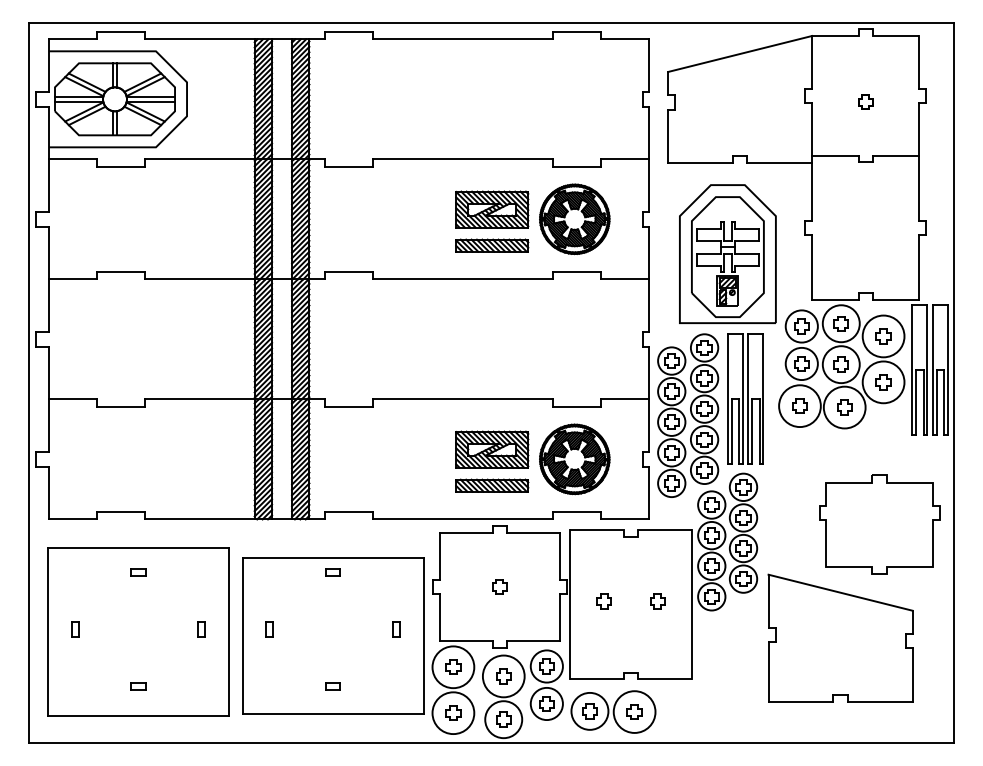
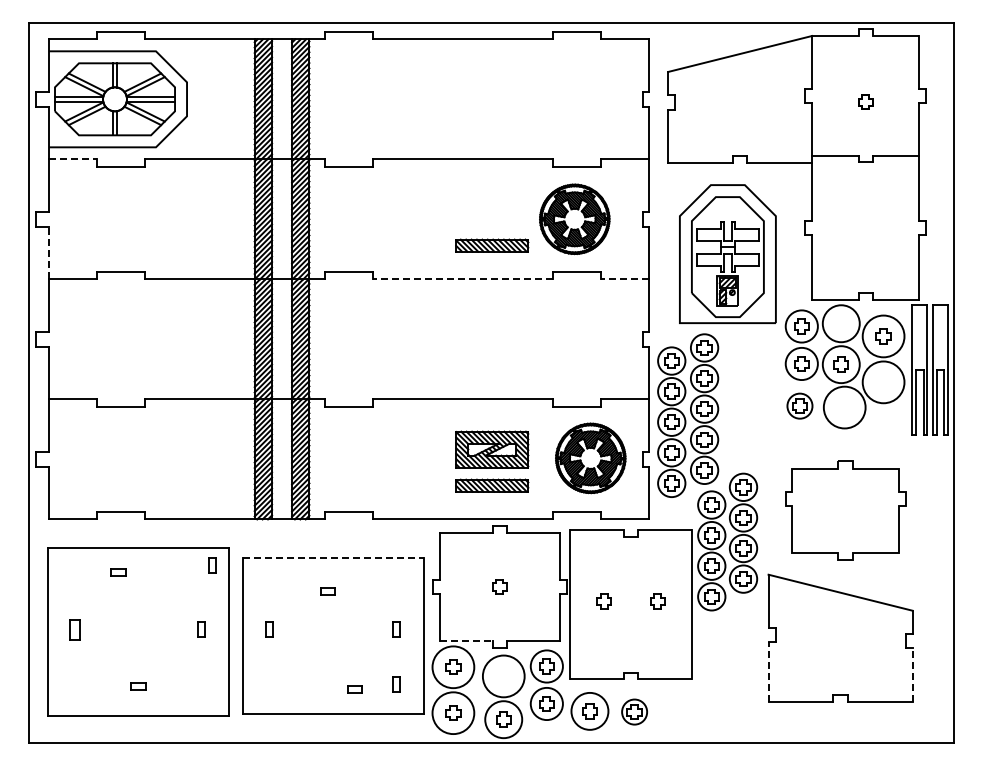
line at (73, 159): solid -> dashed
part at (492, 209): present -> none
line at (49, 252): solid -> dashed
line at (462, 279): solid -> dashed
line at (624, 279): solid -> dashed
part at (840, 323): present -> none
part at (883, 382): present -> none
part at (745, 398): present -> none
circle at (799, 406) diameter: 42 px -> 25 px
part at (844, 407): present -> none
part at (574, 459) position: (574, 459) -> (590, 458)
part at (879, 524) position: (879, 524) -> (845, 510)
line at (333, 557): solid -> dashed
part at (212, 565): none -> present
part at (138, 572) position: (138, 572) -> (118, 572)
part at (332, 572) position: (332, 572) -> (327, 591)
part at (75, 629) size: 9x17 px -> 12x22 px
line at (466, 640): solid -> dashed
line at (768, 671): solid -> dashed
line at (912, 675): solid -> dashed
part at (503, 676): present -> none
part at (396, 684): none -> present
part at (332, 686) position: (332, 686) -> (354, 689)
circle at (634, 711) diameter: 42 px -> 25 px
